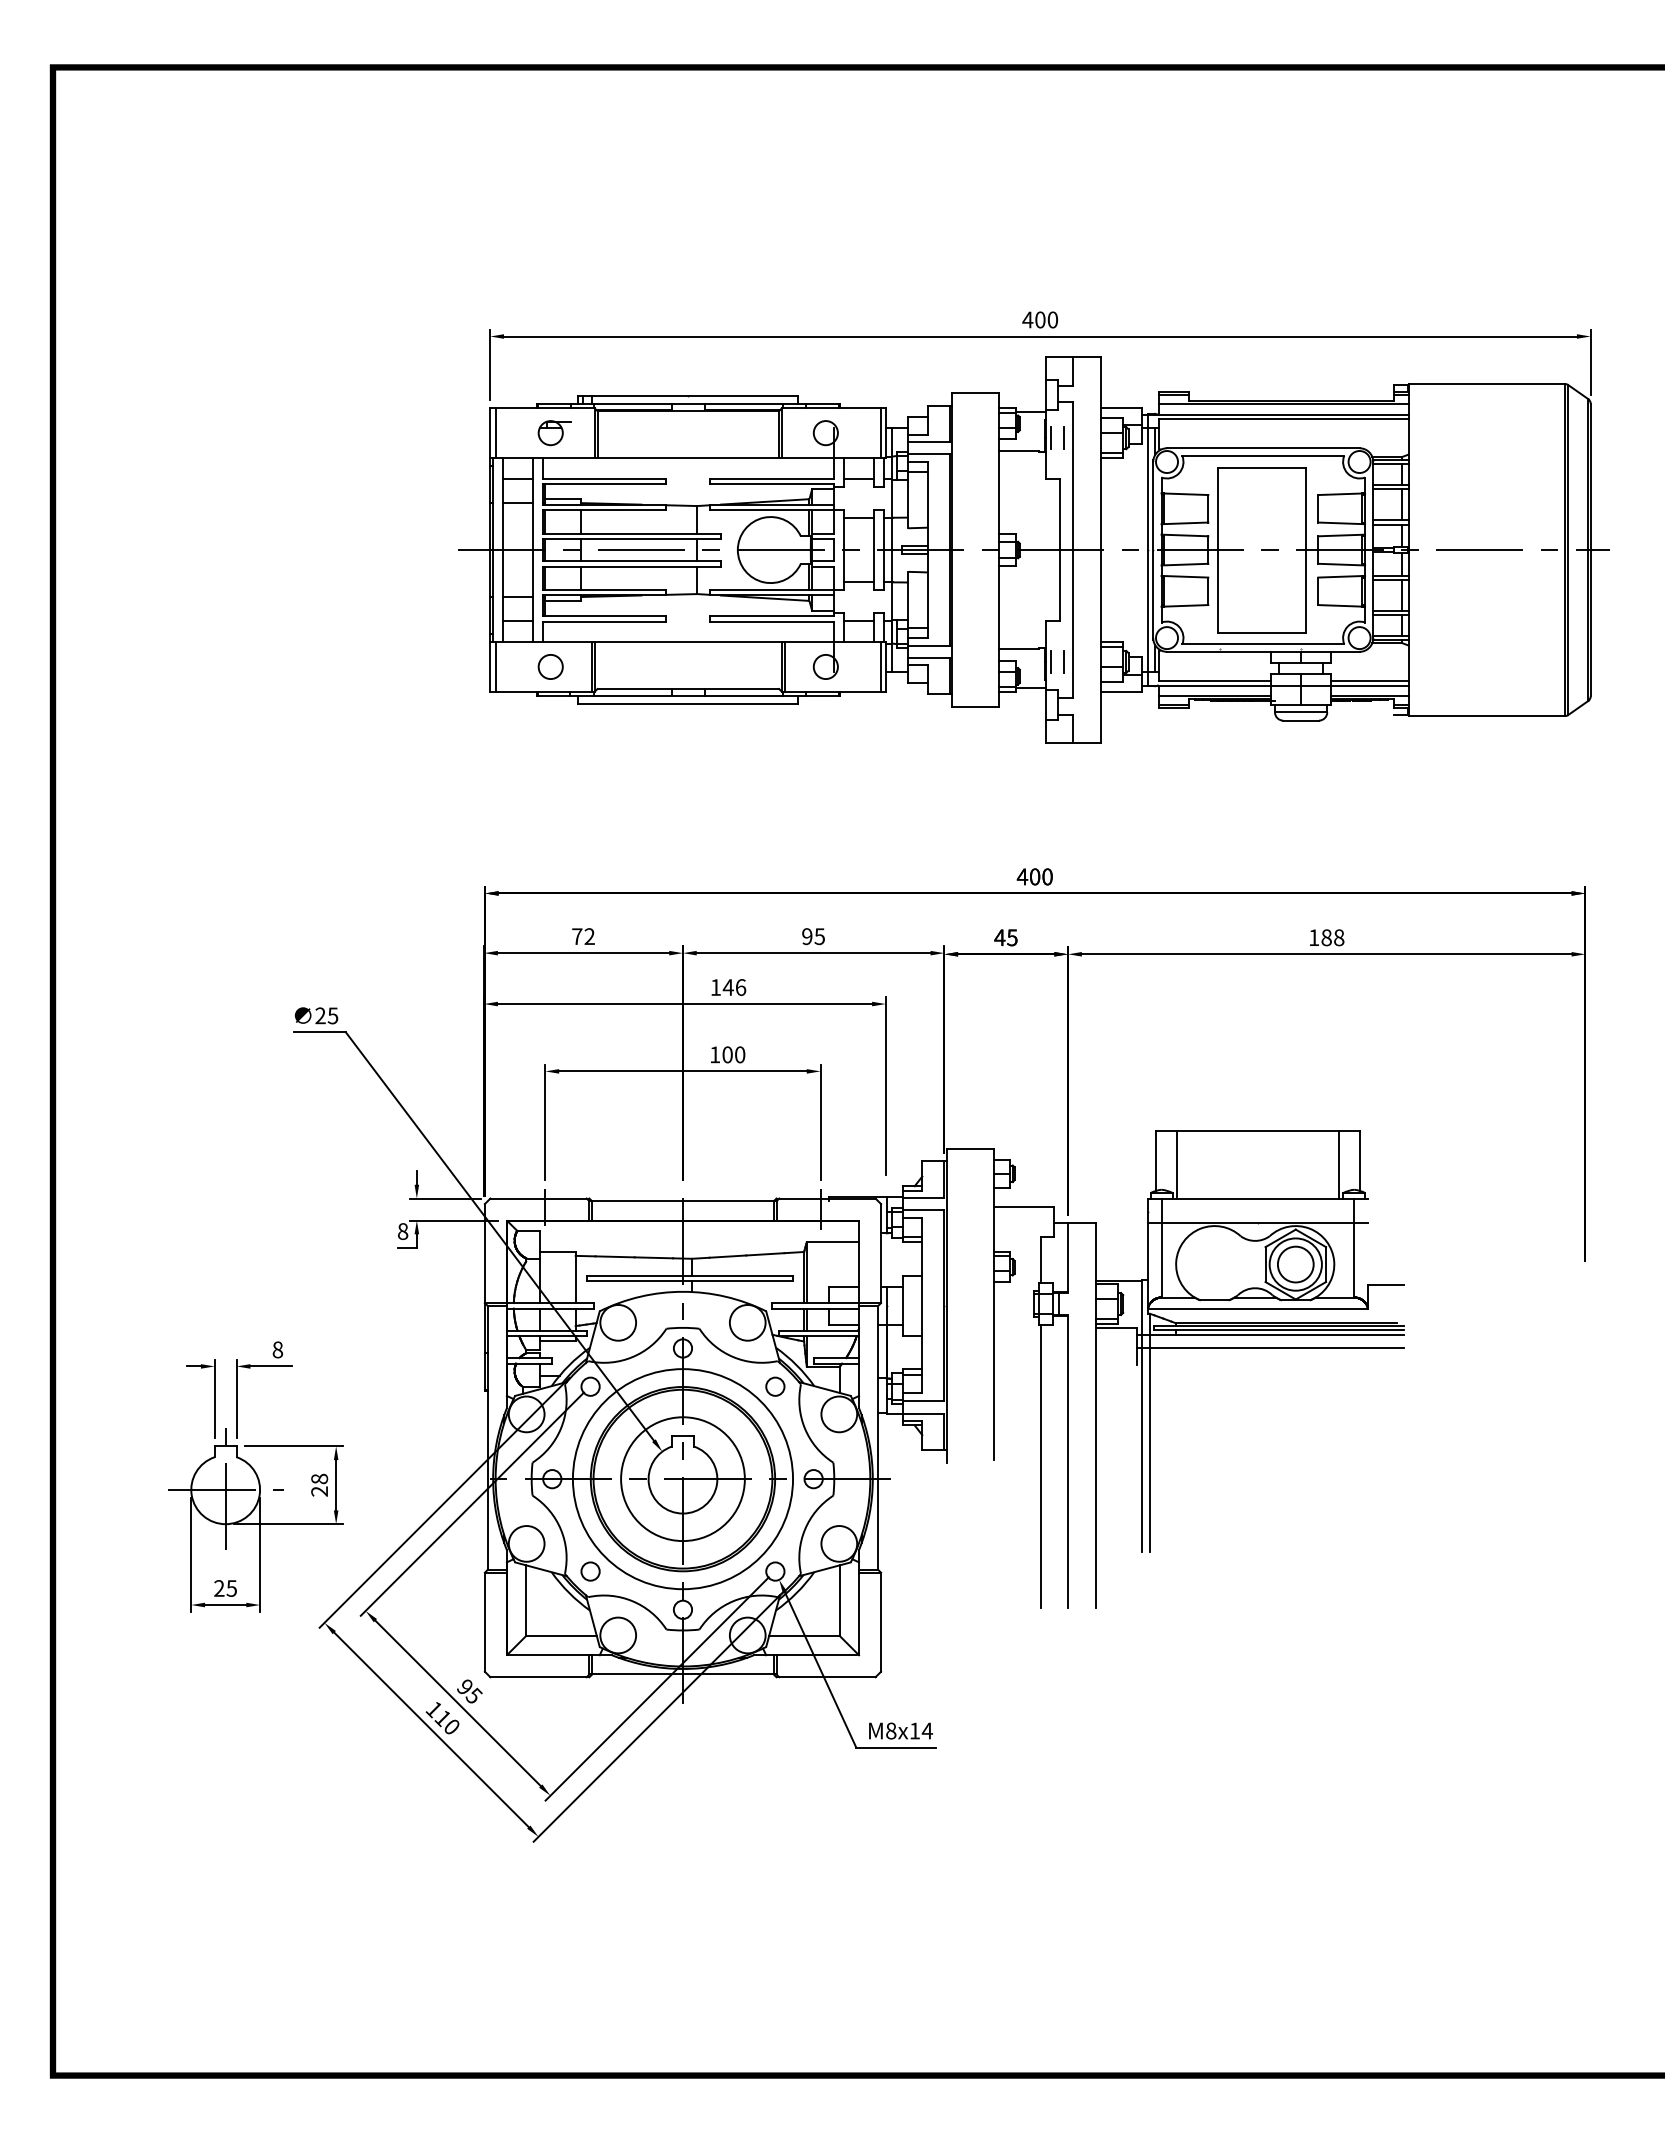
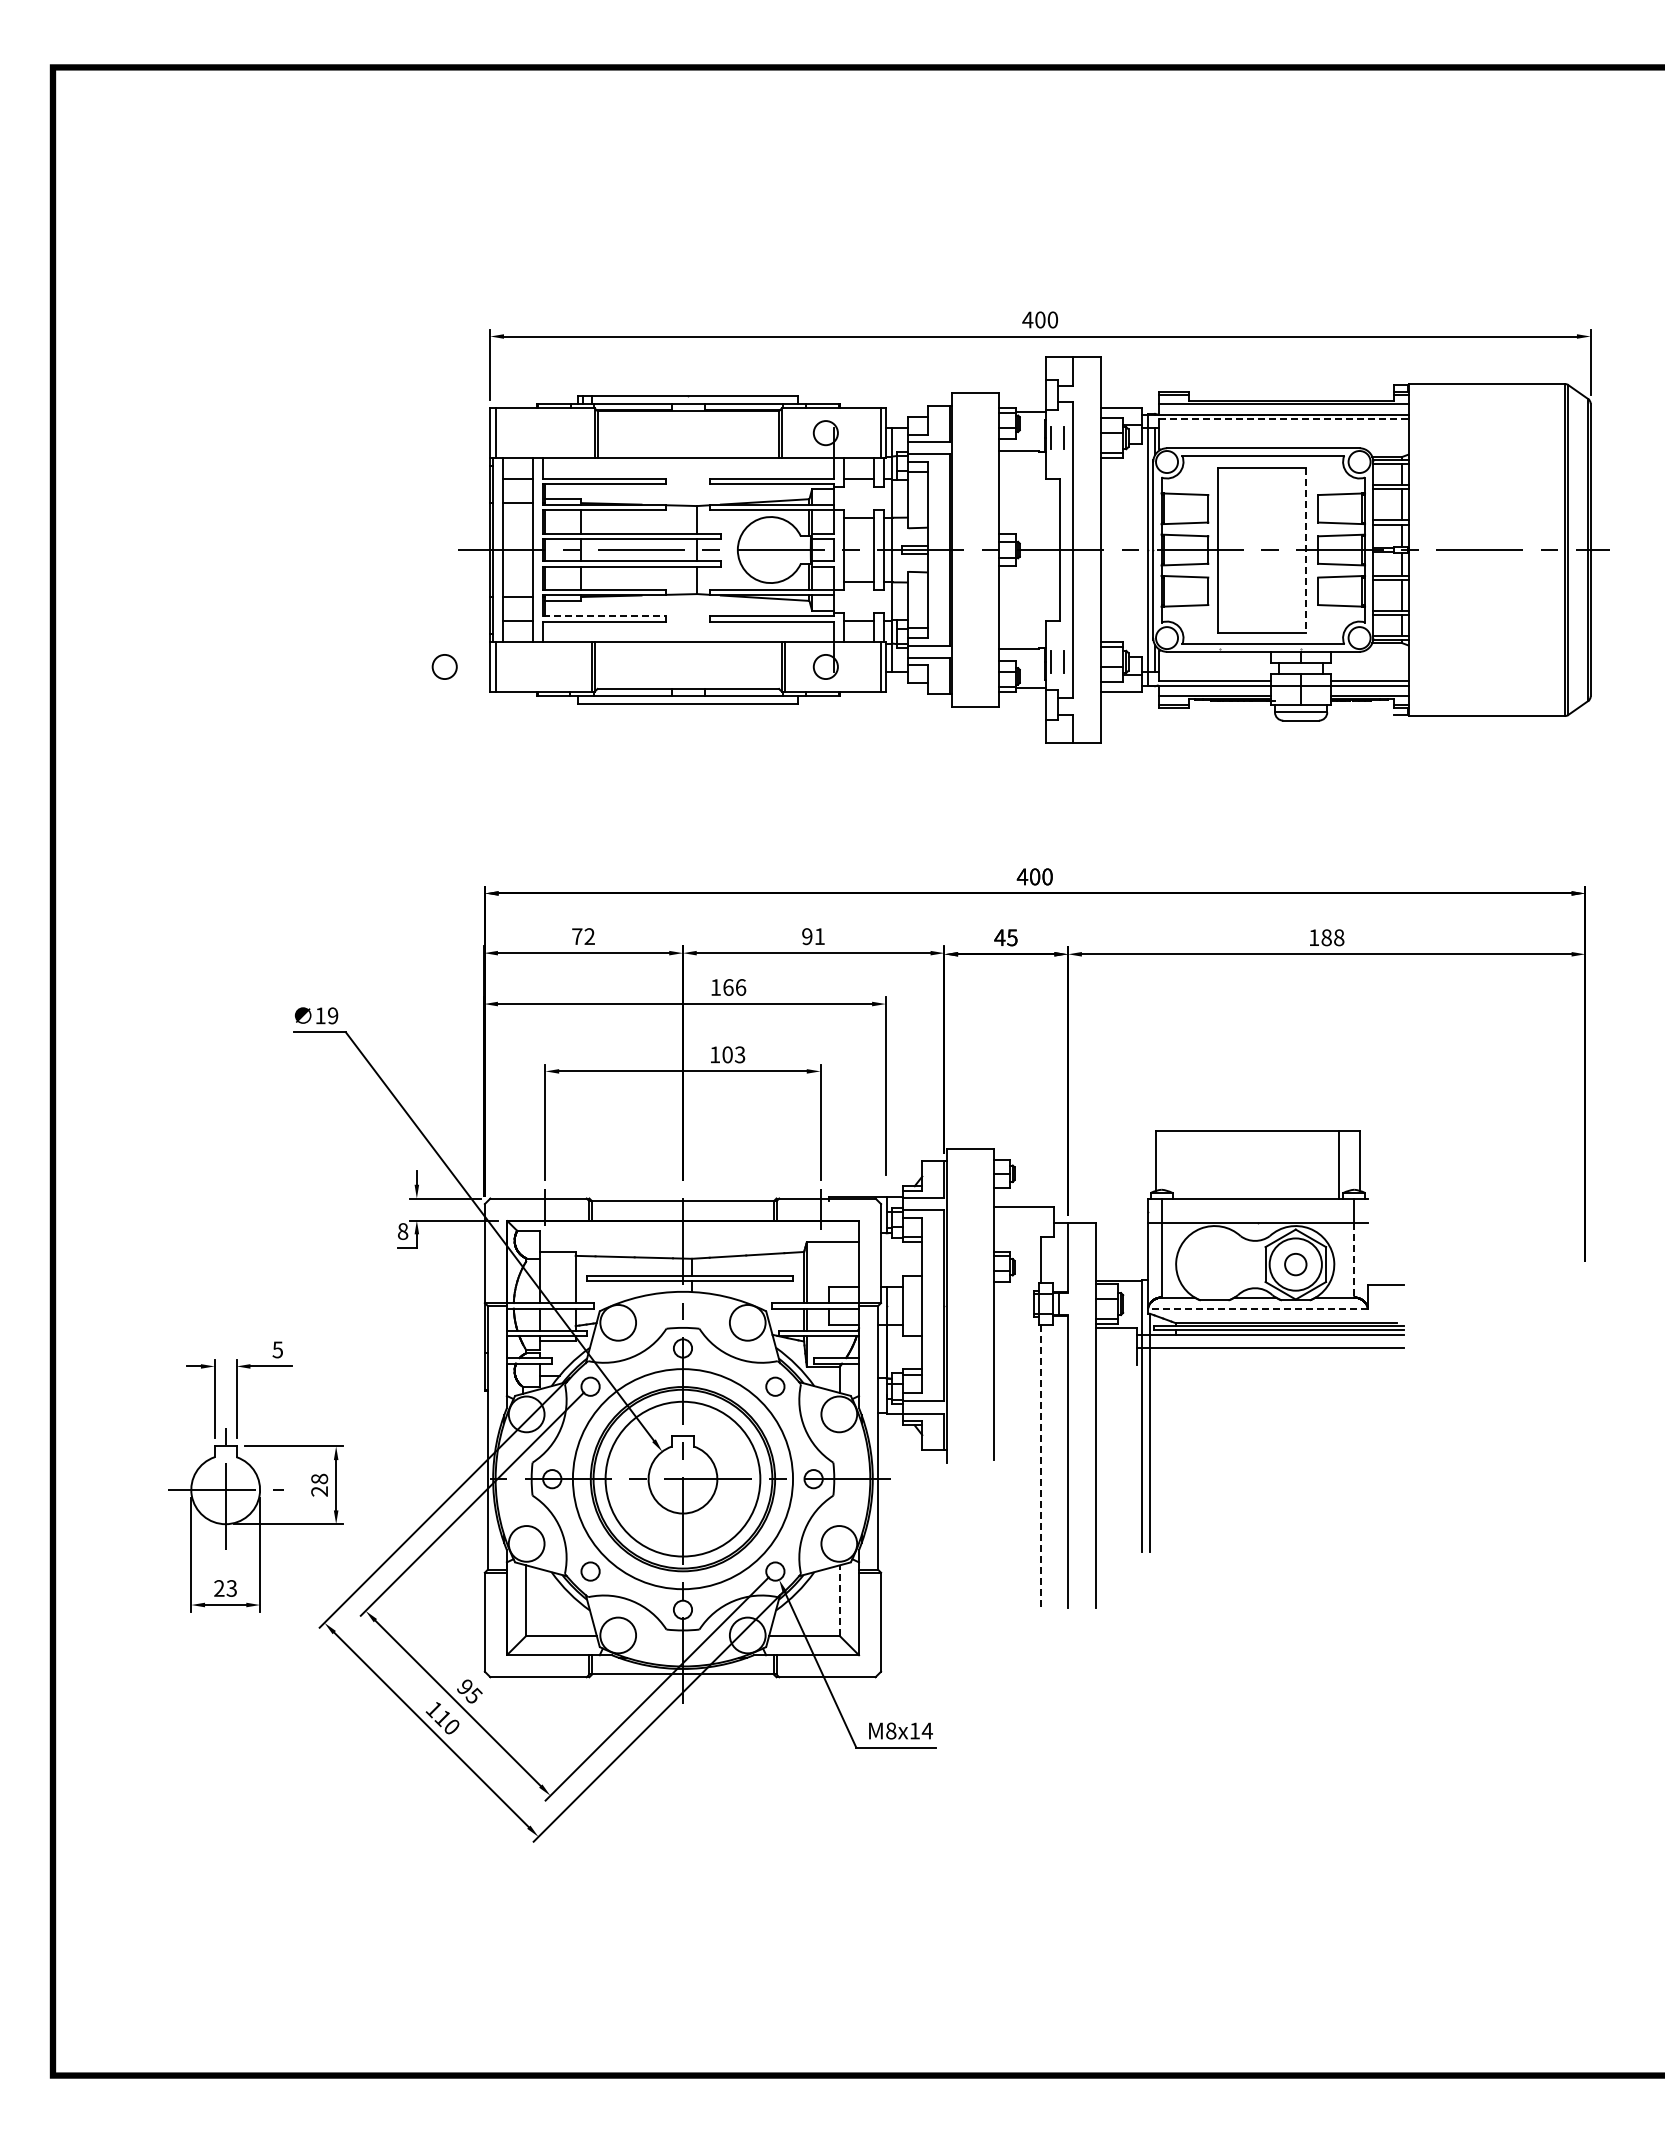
line at (1284, 419): solid -> dashed
part at (554, 433): present -> none
line at (1305, 550): solid -> dashed
line at (604, 616): solid -> dashed
circle at (550, 666) position: (550, 666) -> (444, 666)
text at (819, 936): 95 -> 91
text at (727, 987): 146 -> 166
text at (326, 1015): 25 -> 19
text at (739, 1054): 100 -> 103
line at (1176, 1164): present -> none
line at (1354, 1260): solid -> dashed
circle at (1295, 1264) diameter: 36 px -> 21 px
line at (1257, 1308): solid -> dashed
text at (277, 1349): 8 -> 5
line at (1040, 1466): solid -> dashed
circle at (682, 1479) diameter: 124 px -> 155 px
text at (231, 1588): 25 -> 23
line at (839, 1600): solid -> dashed
